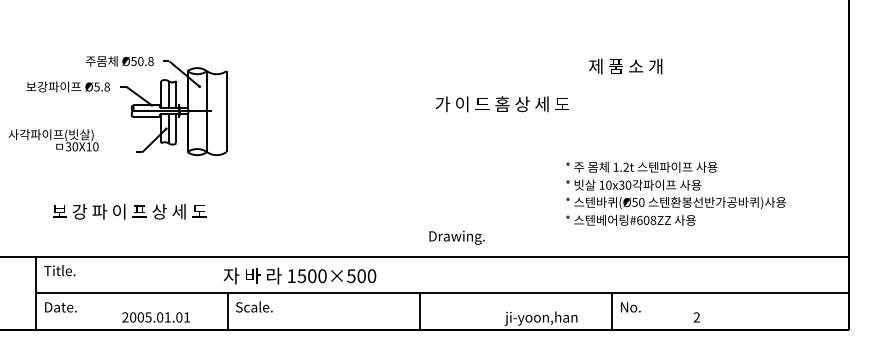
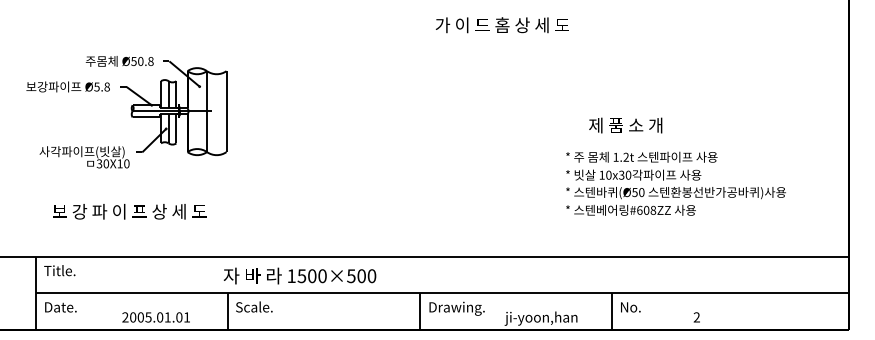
text at (625, 66) position: (625, 66) -> (625, 125)
text at (501, 104) position: (501, 104) -> (501, 25)
text at (53, 140) position: (53, 140) -> (84, 157)
text at (675, 193) position: (675, 193) -> (675, 183)
text at (456, 237) position: (456, 237) -> (456, 308)
